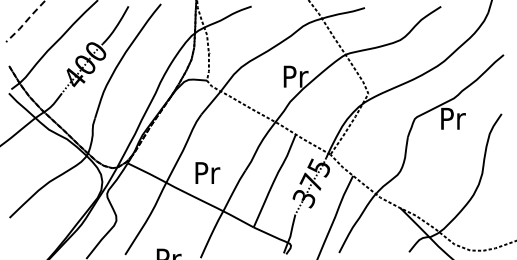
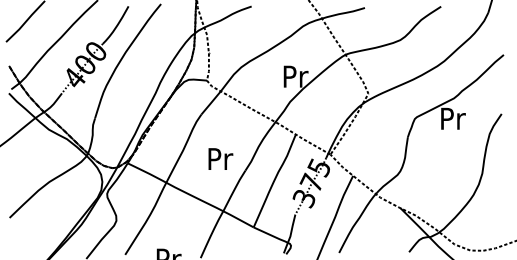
line at (25, 22): dashed -> solid
text at (207, 172) position: (207, 172) -> (220, 158)
